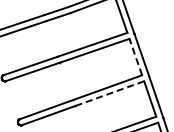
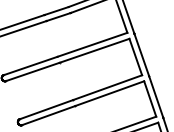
line at (135, 56): dashed -> solid
line at (109, 93): dashed -> solid
